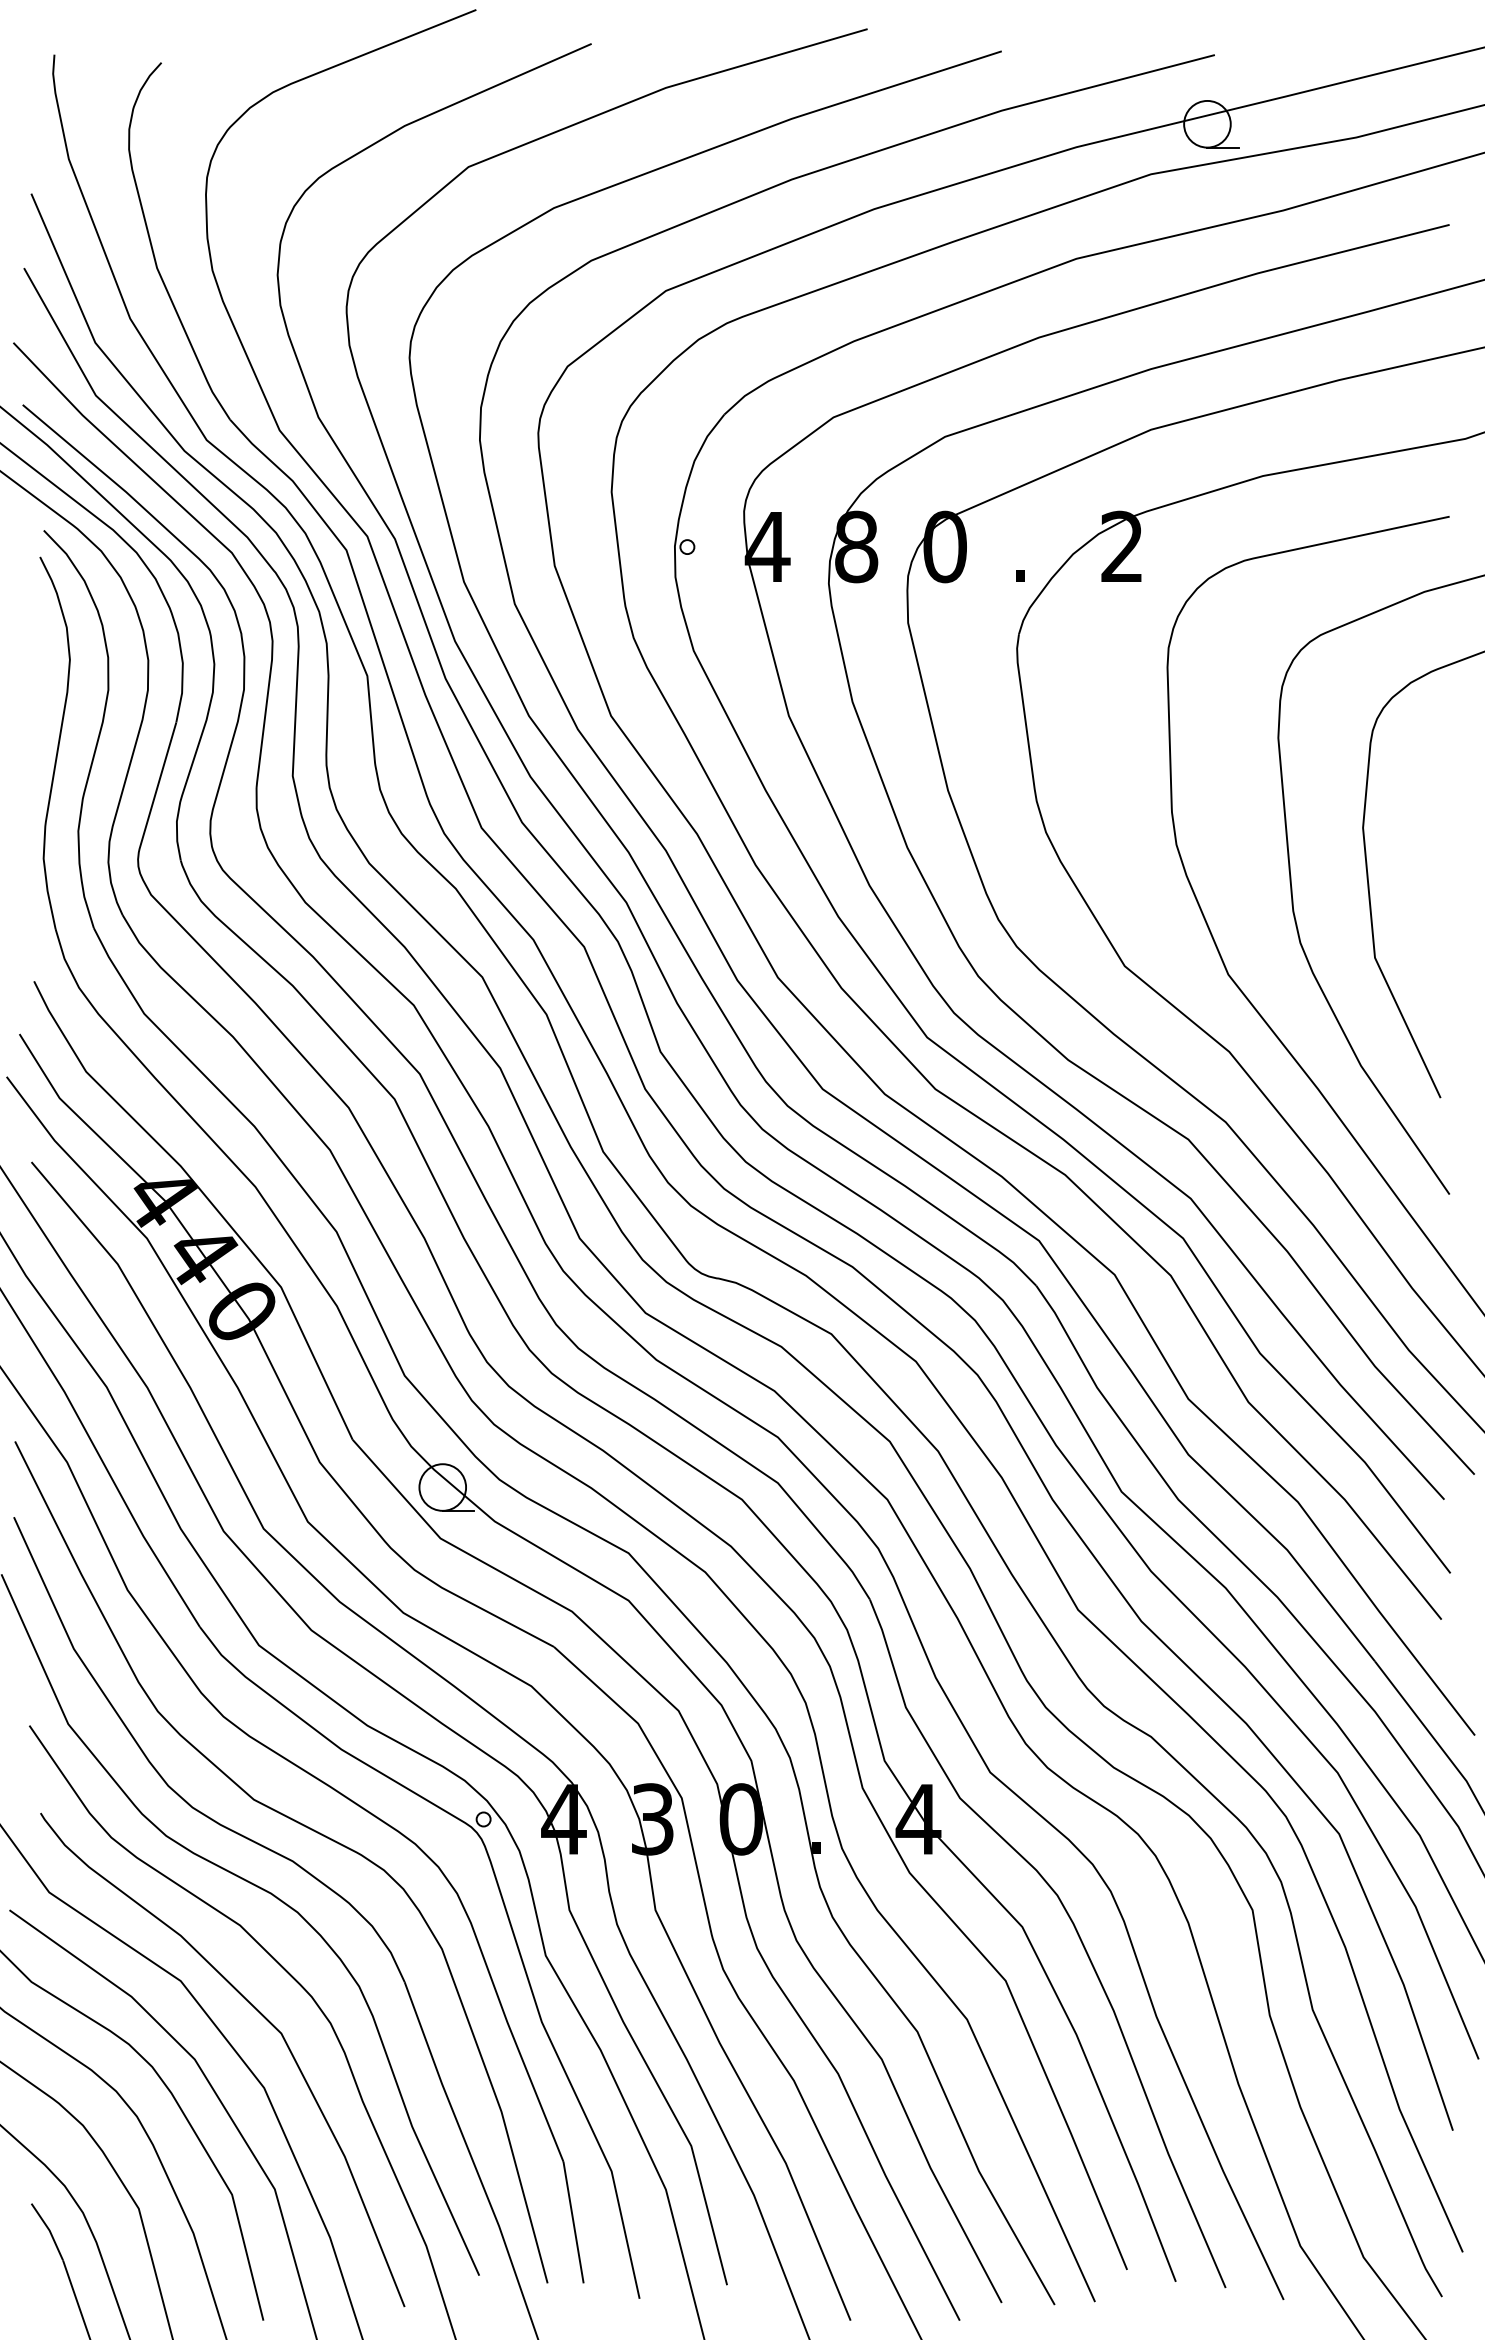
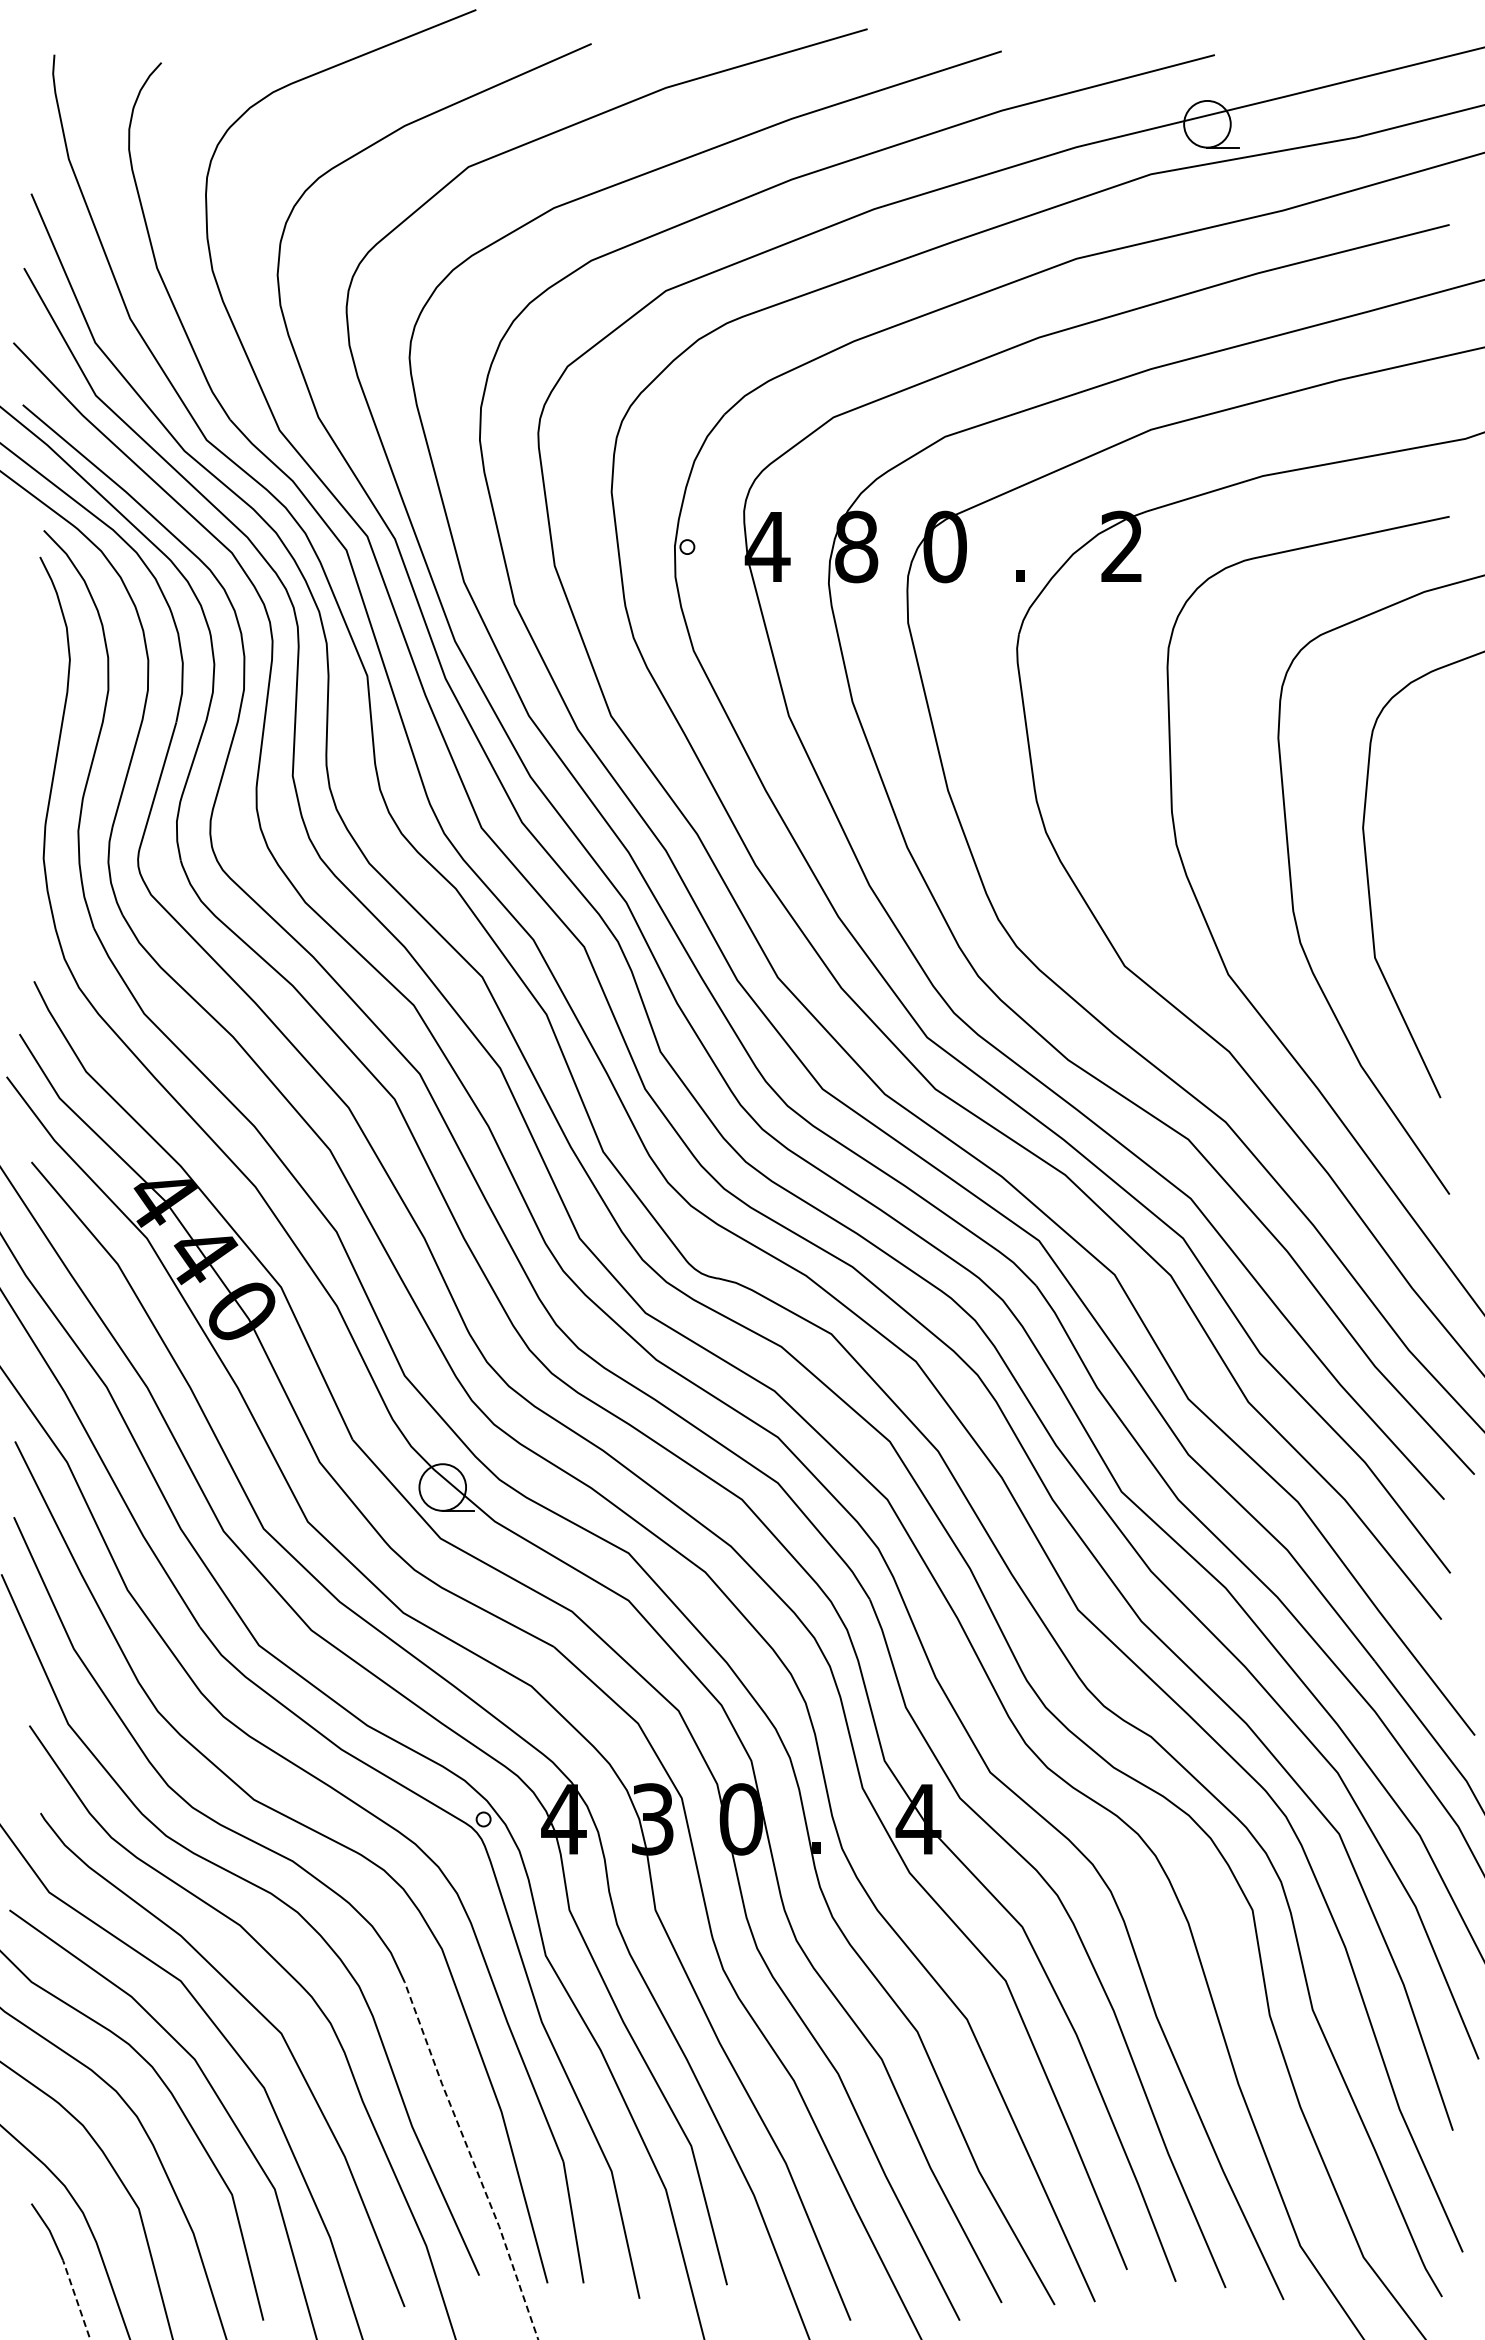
line at (472, 2159): solid -> dashed
line at (76, 2299): solid -> dashed
